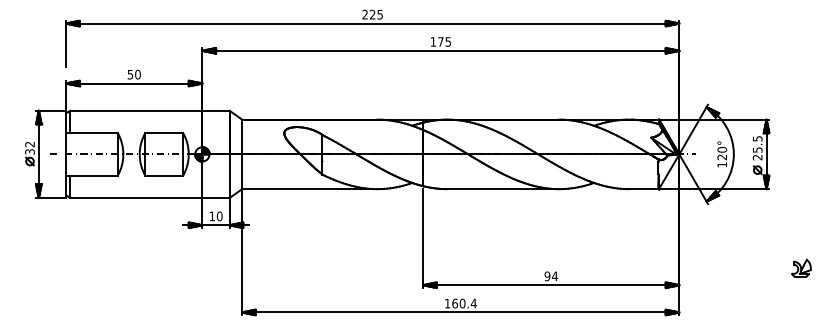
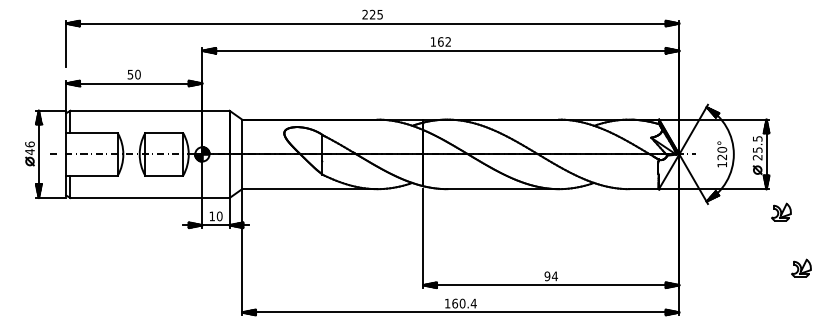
text at (444, 41): 175 -> 162
text at (29, 148): 32 -> 46
part at (781, 211): none -> present
